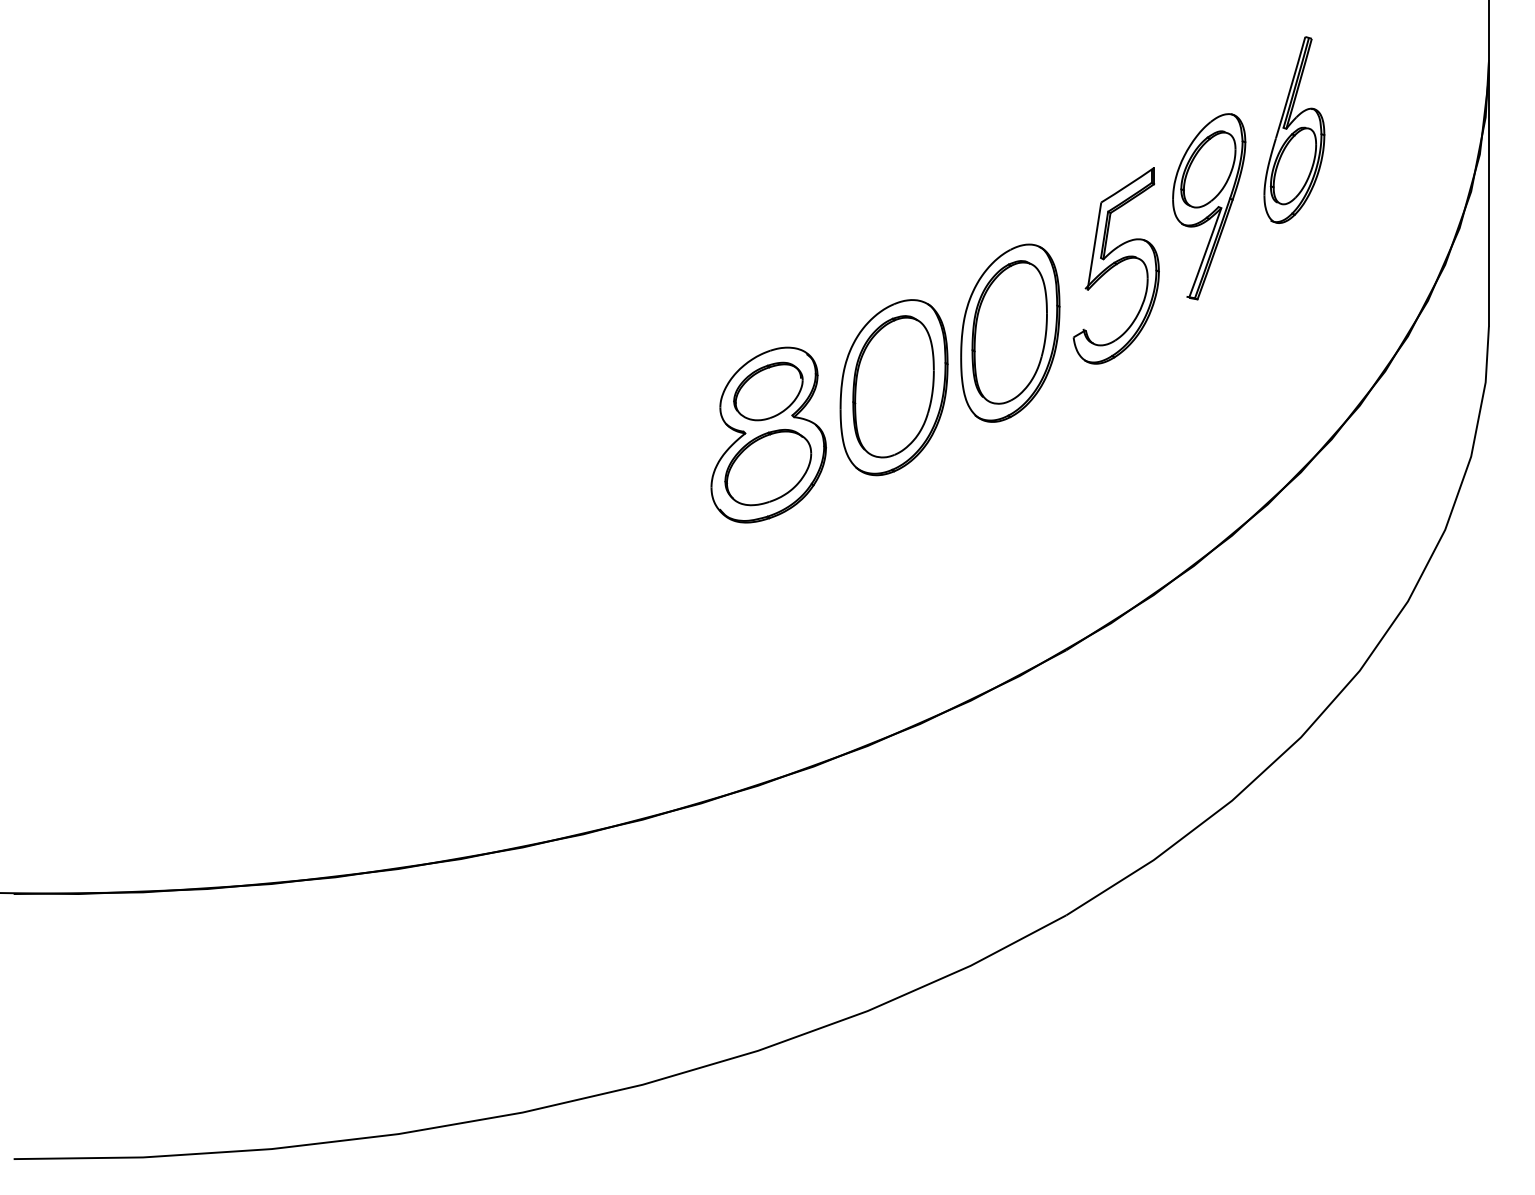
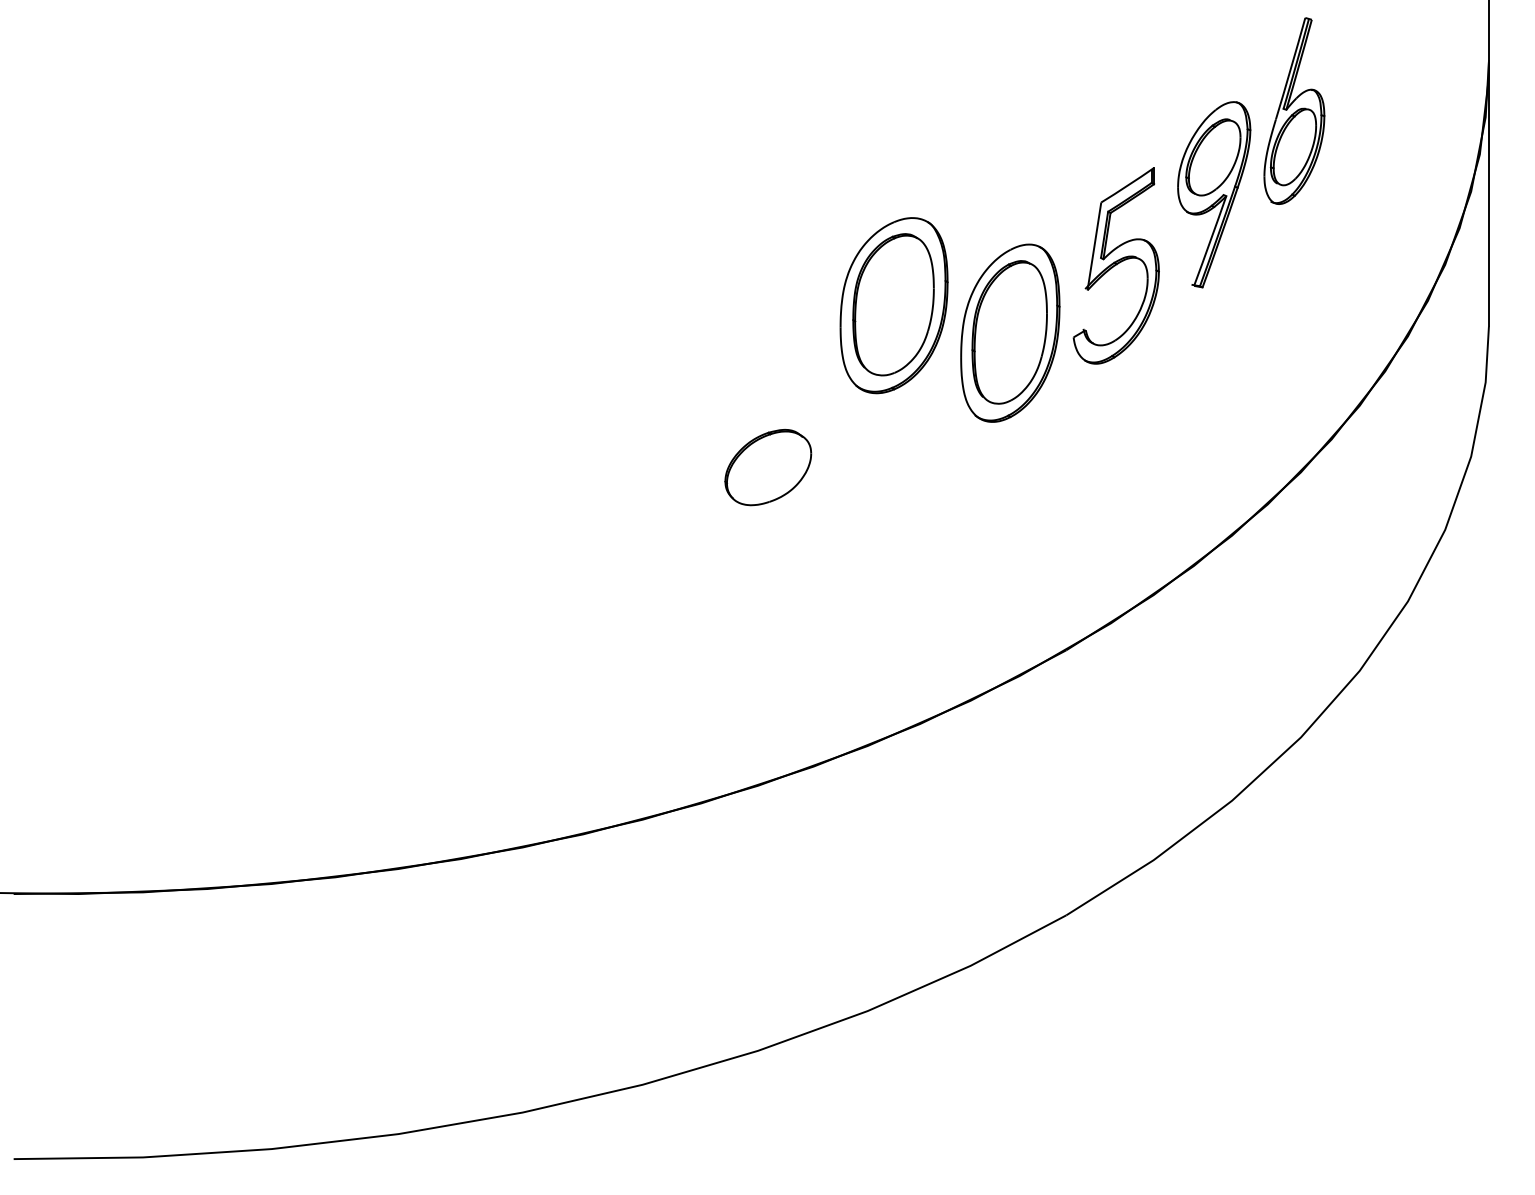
part at (1294, 129) position: (1294, 129) -> (1294, 110)
part at (1209, 206) position: (1209, 206) -> (1214, 194)
part at (893, 387) position: (893, 387) -> (893, 305)
part at (768, 434): present -> none
